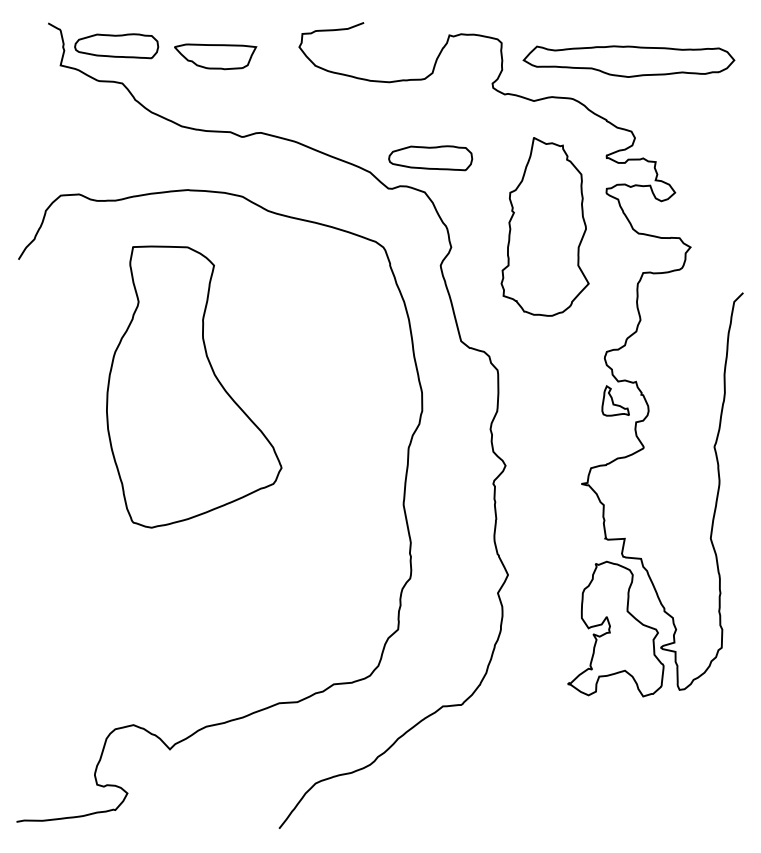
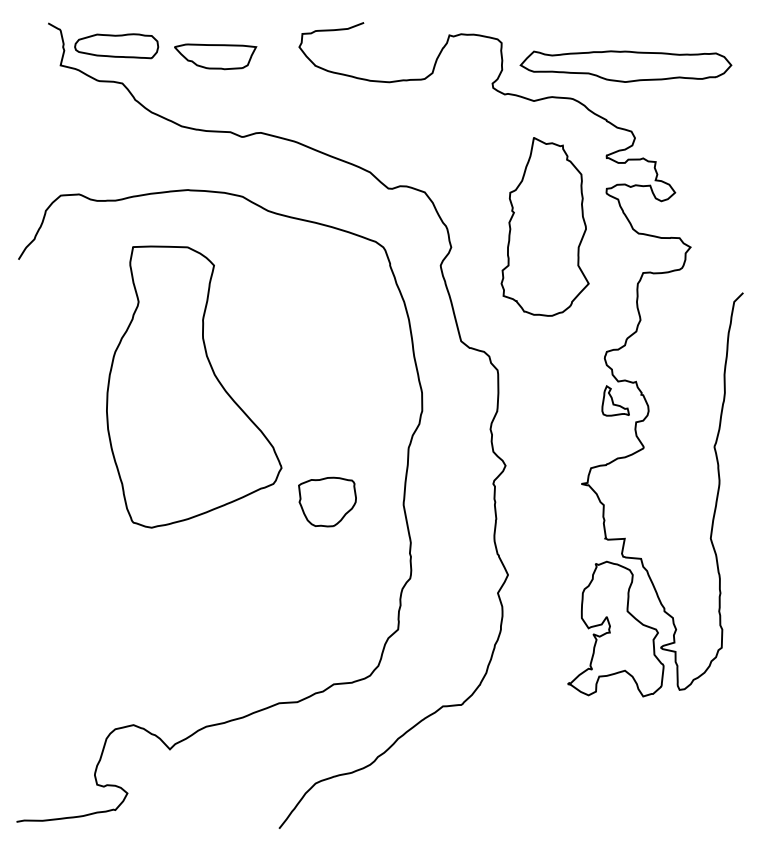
part at (628, 61) position: (628, 61) -> (625, 66)
part at (430, 158): present -> none
part at (327, 501): none -> present
